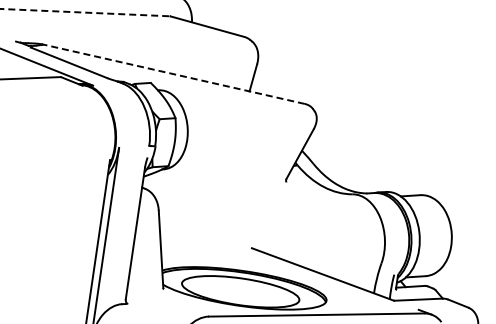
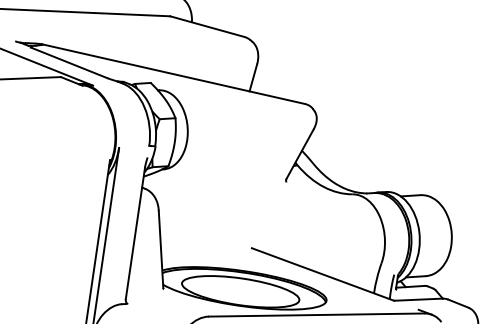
line at (84, 12): dashed -> solid
line at (173, 74): dashed -> solid
